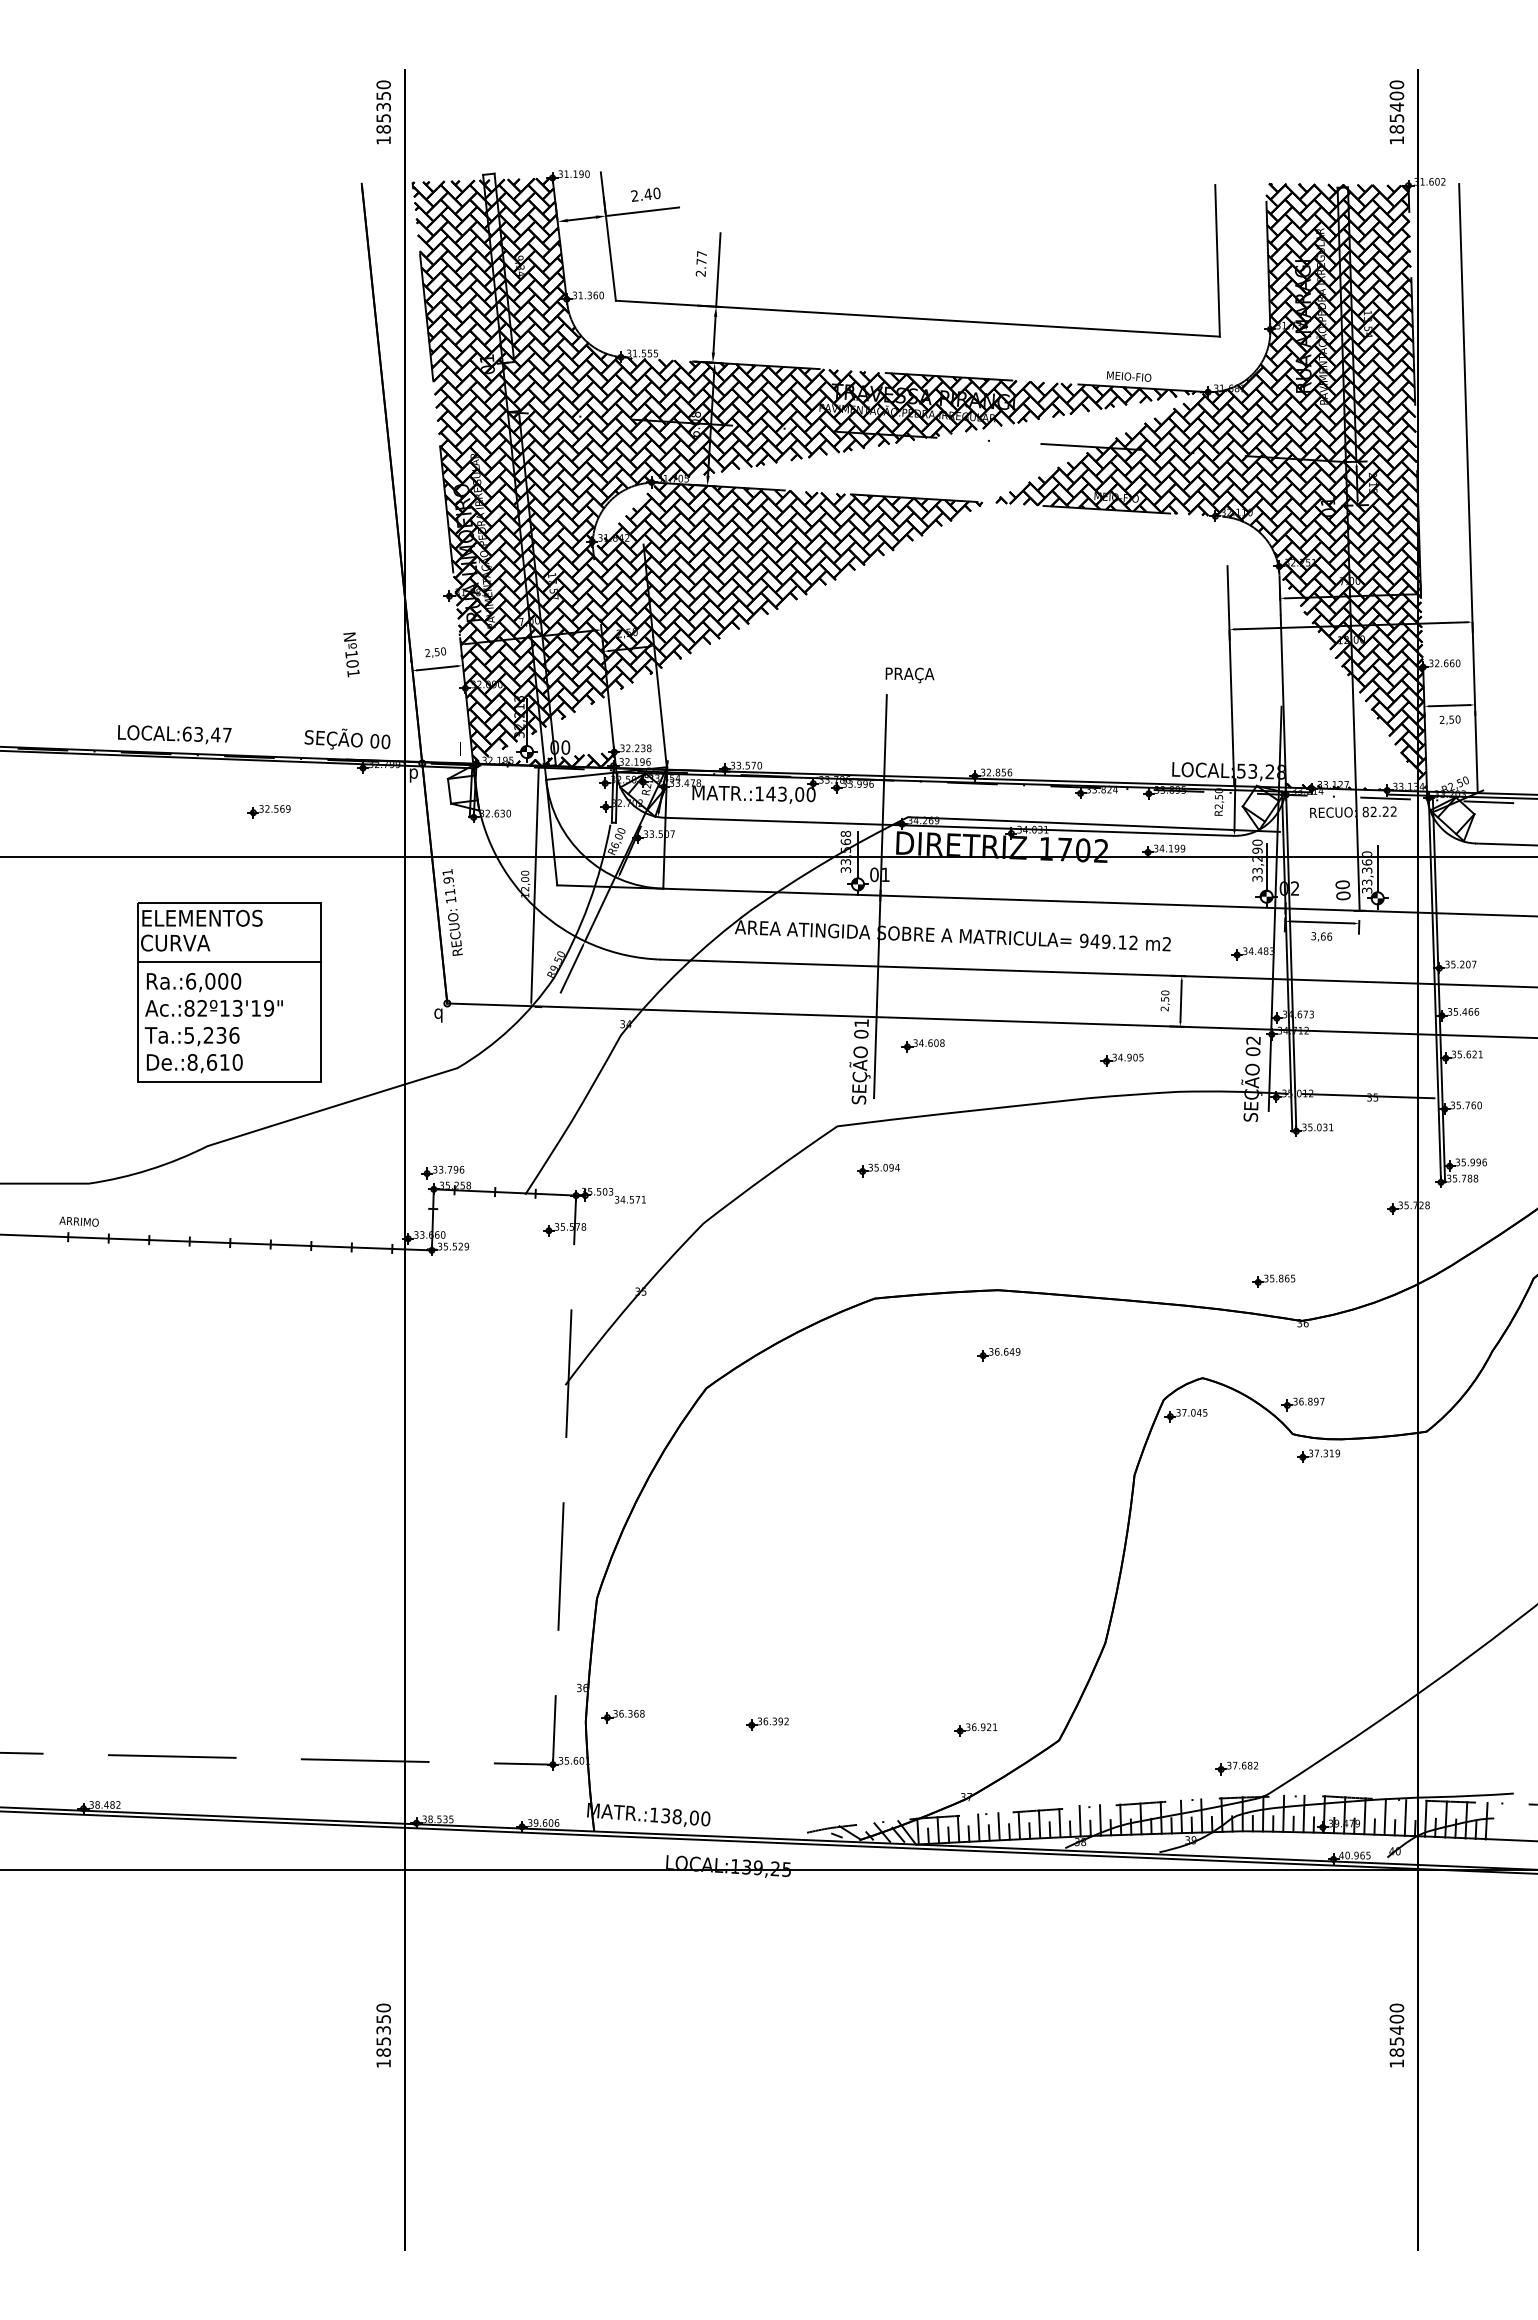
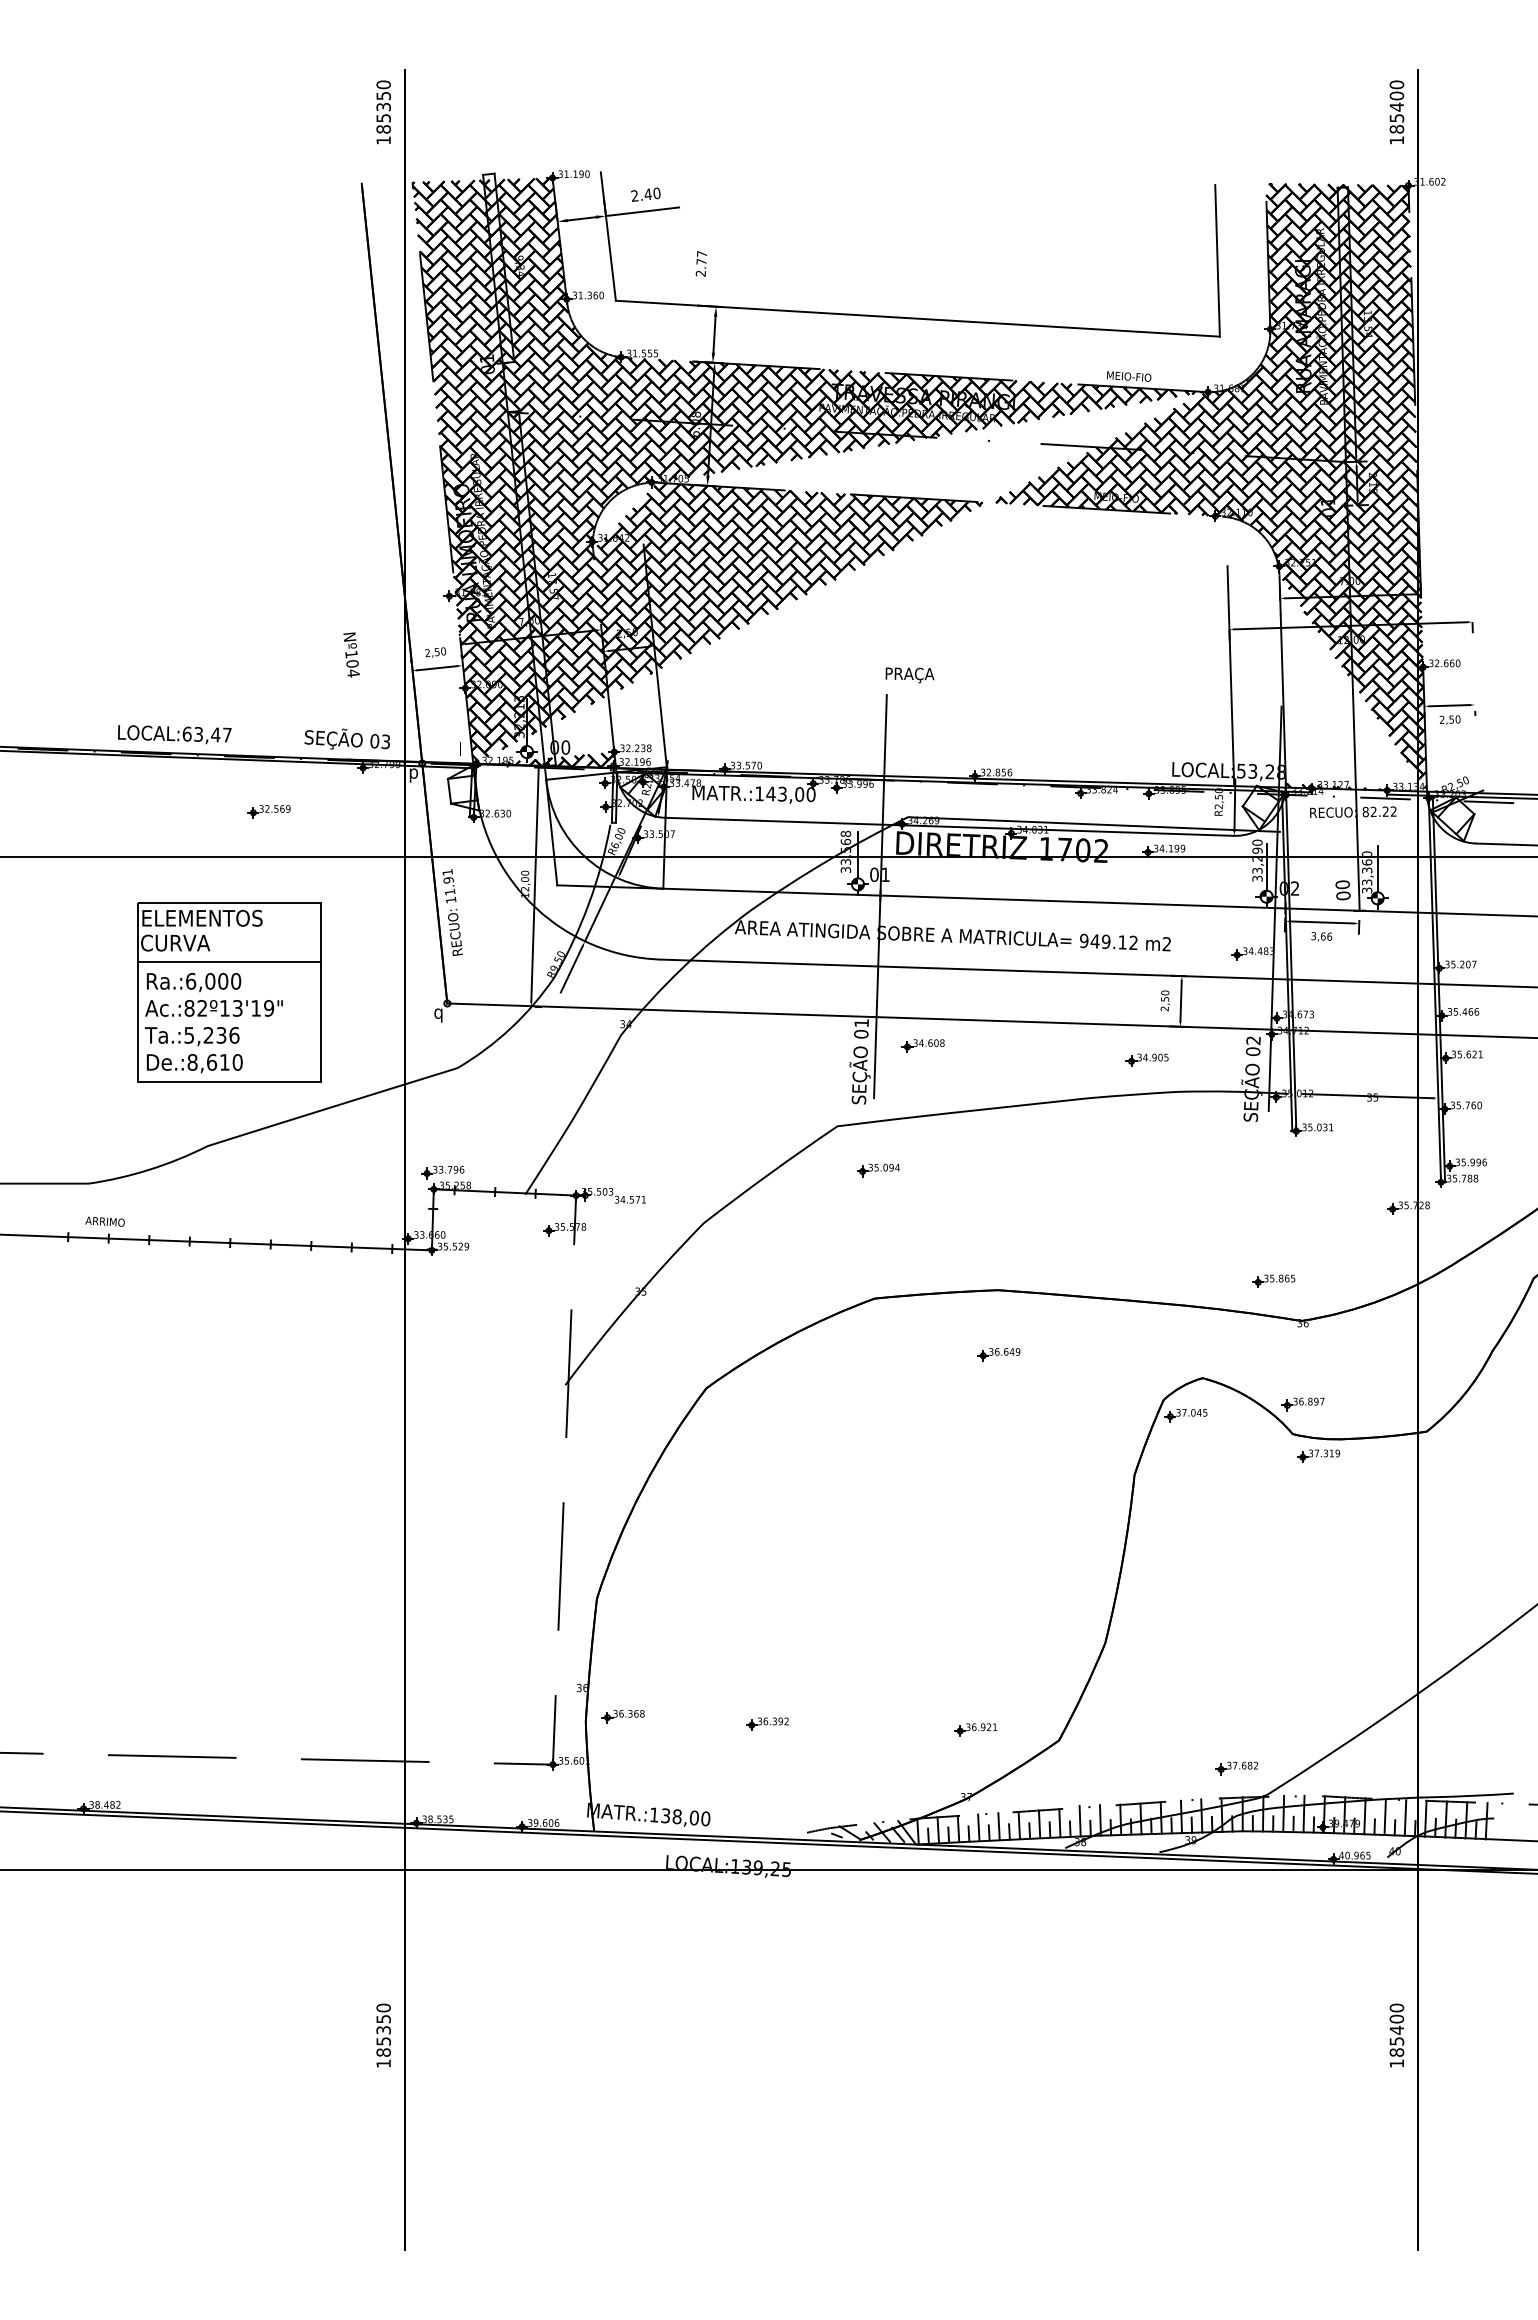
line at (718, 269): present -> none
line at (1468, 488): present -> none
text at (353, 673): Nº101 -> Nº104
text at (385, 741): 00 -> 03
part at (1121, 1059) position: (1121, 1059) -> (1146, 1059)
text at (78, 1221) position: (78, 1221) -> (104, 1221)
